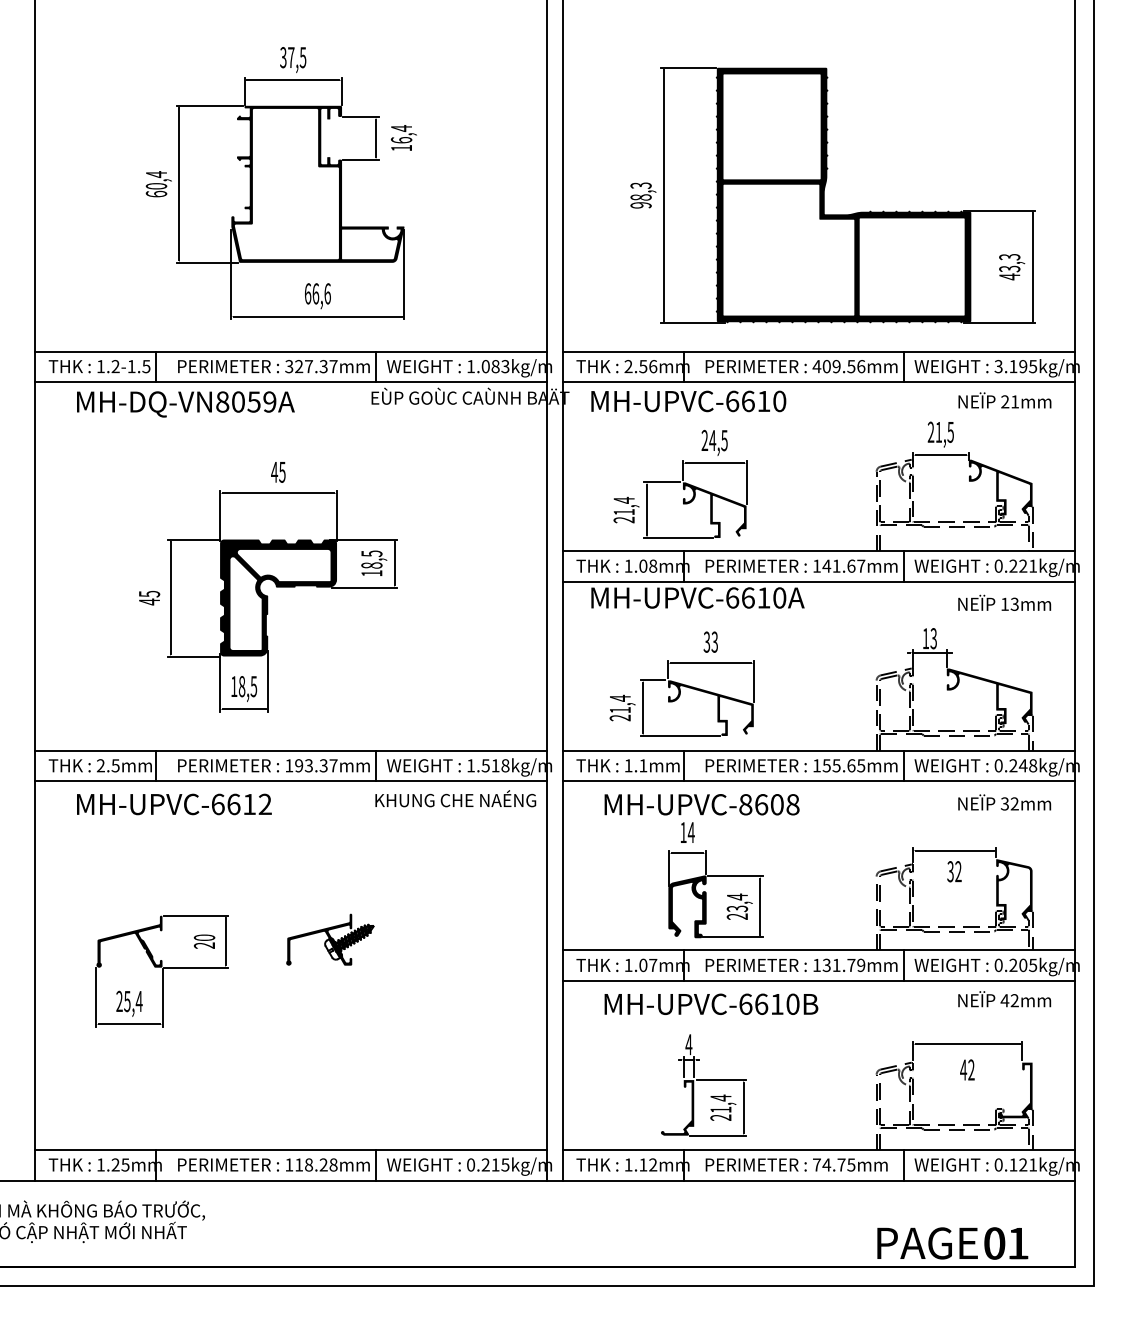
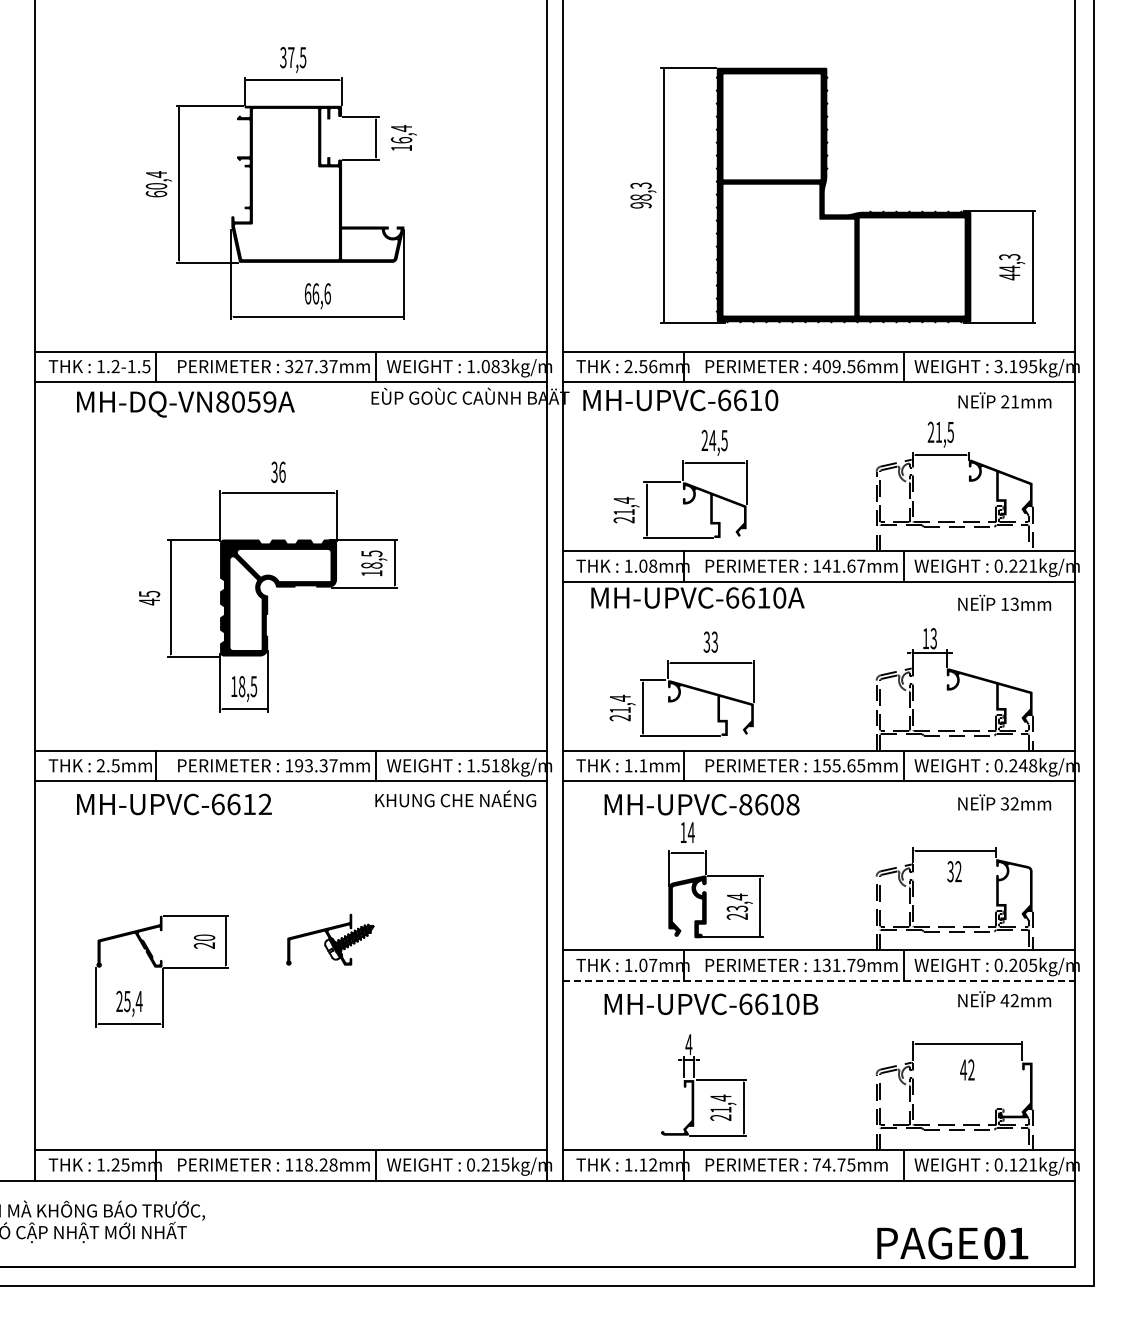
text at (1009, 268): 43,3 -> 44,3
text at (688, 401) position: (688, 401) -> (680, 400)
text at (278, 471): 45 -> 36
line at (819, 981): solid -> dashed
